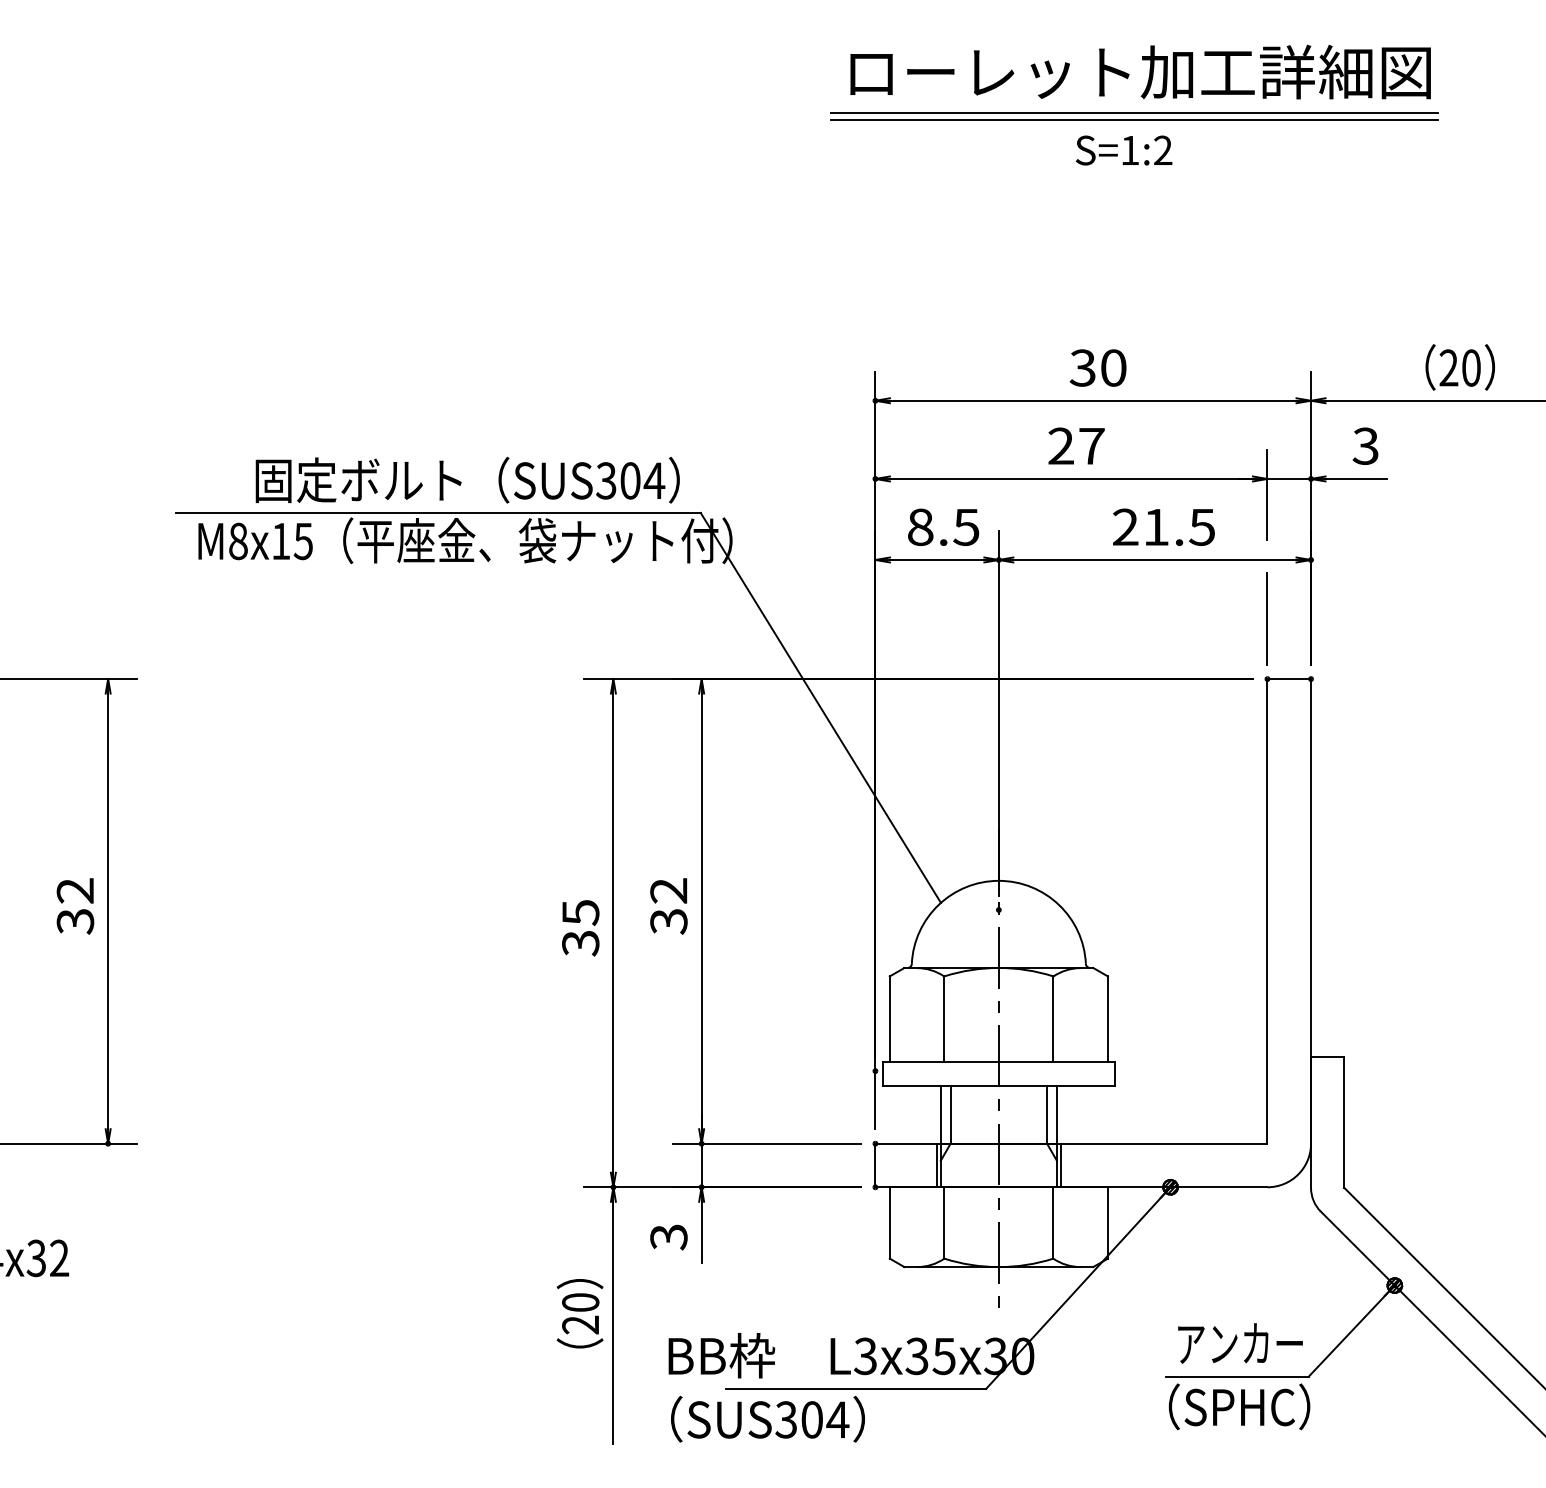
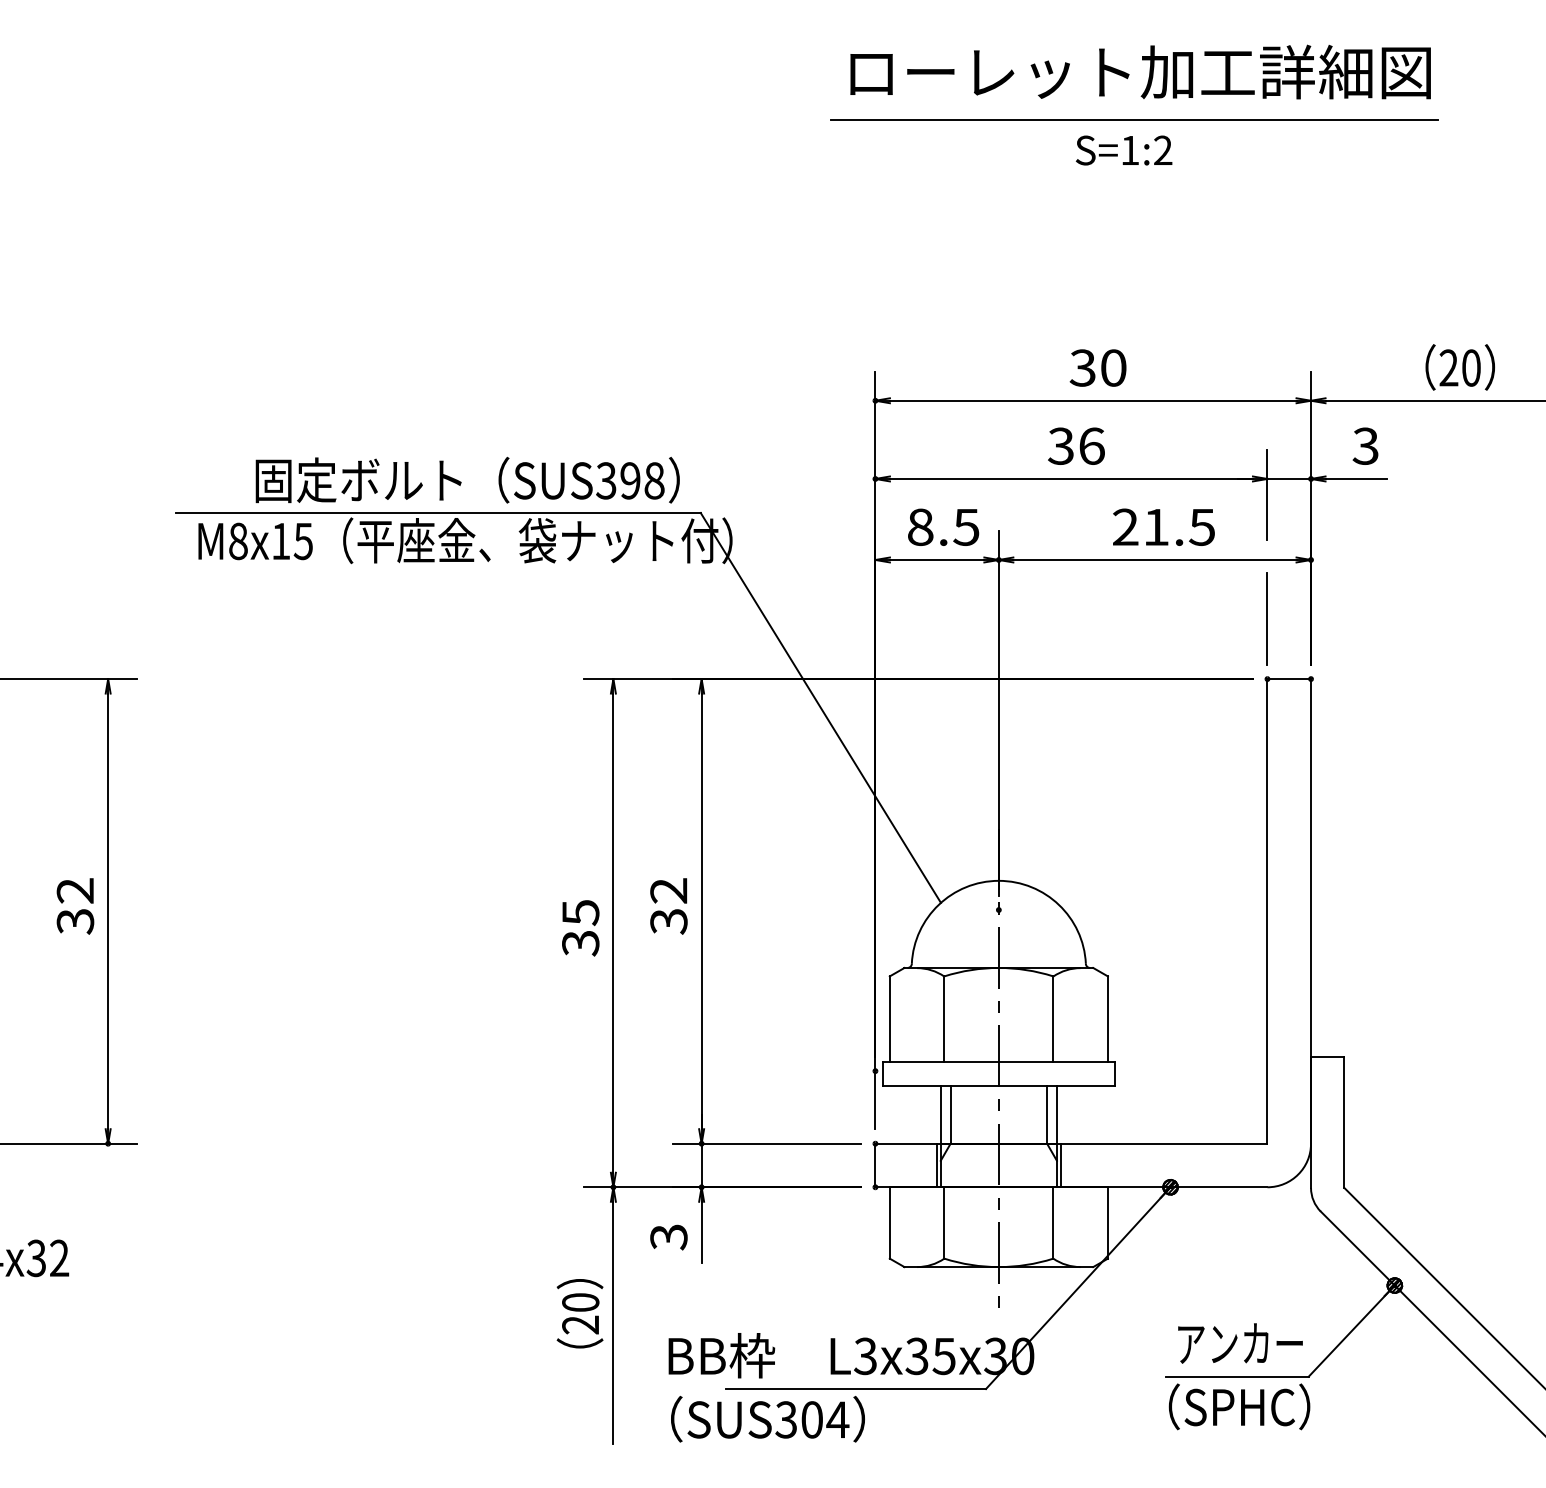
line at (1133, 112): present -> none
text at (1076, 445): 27 -> 36
text at (642, 480): SUS304 -> SUS398
